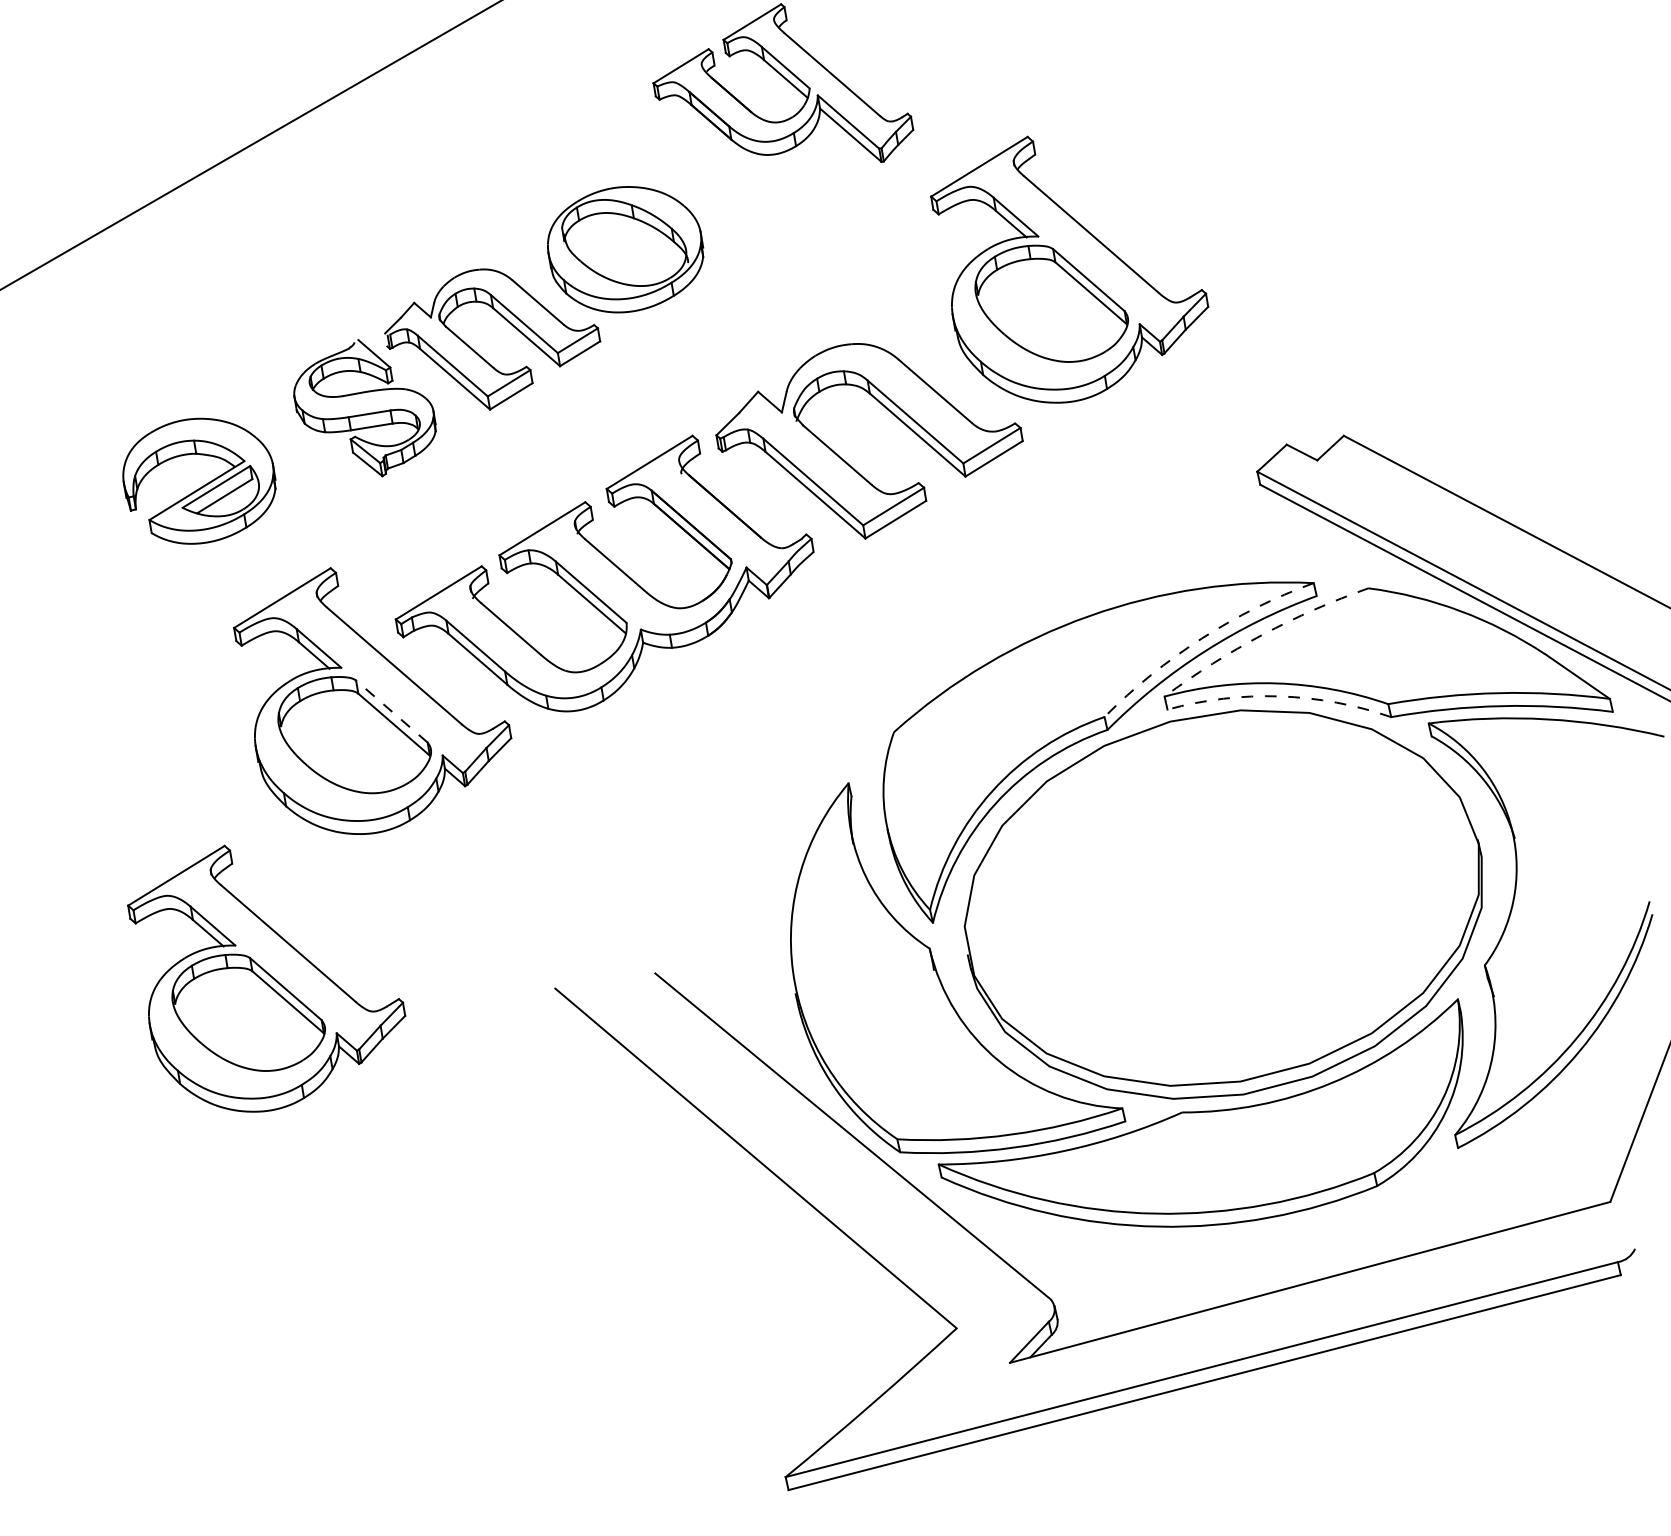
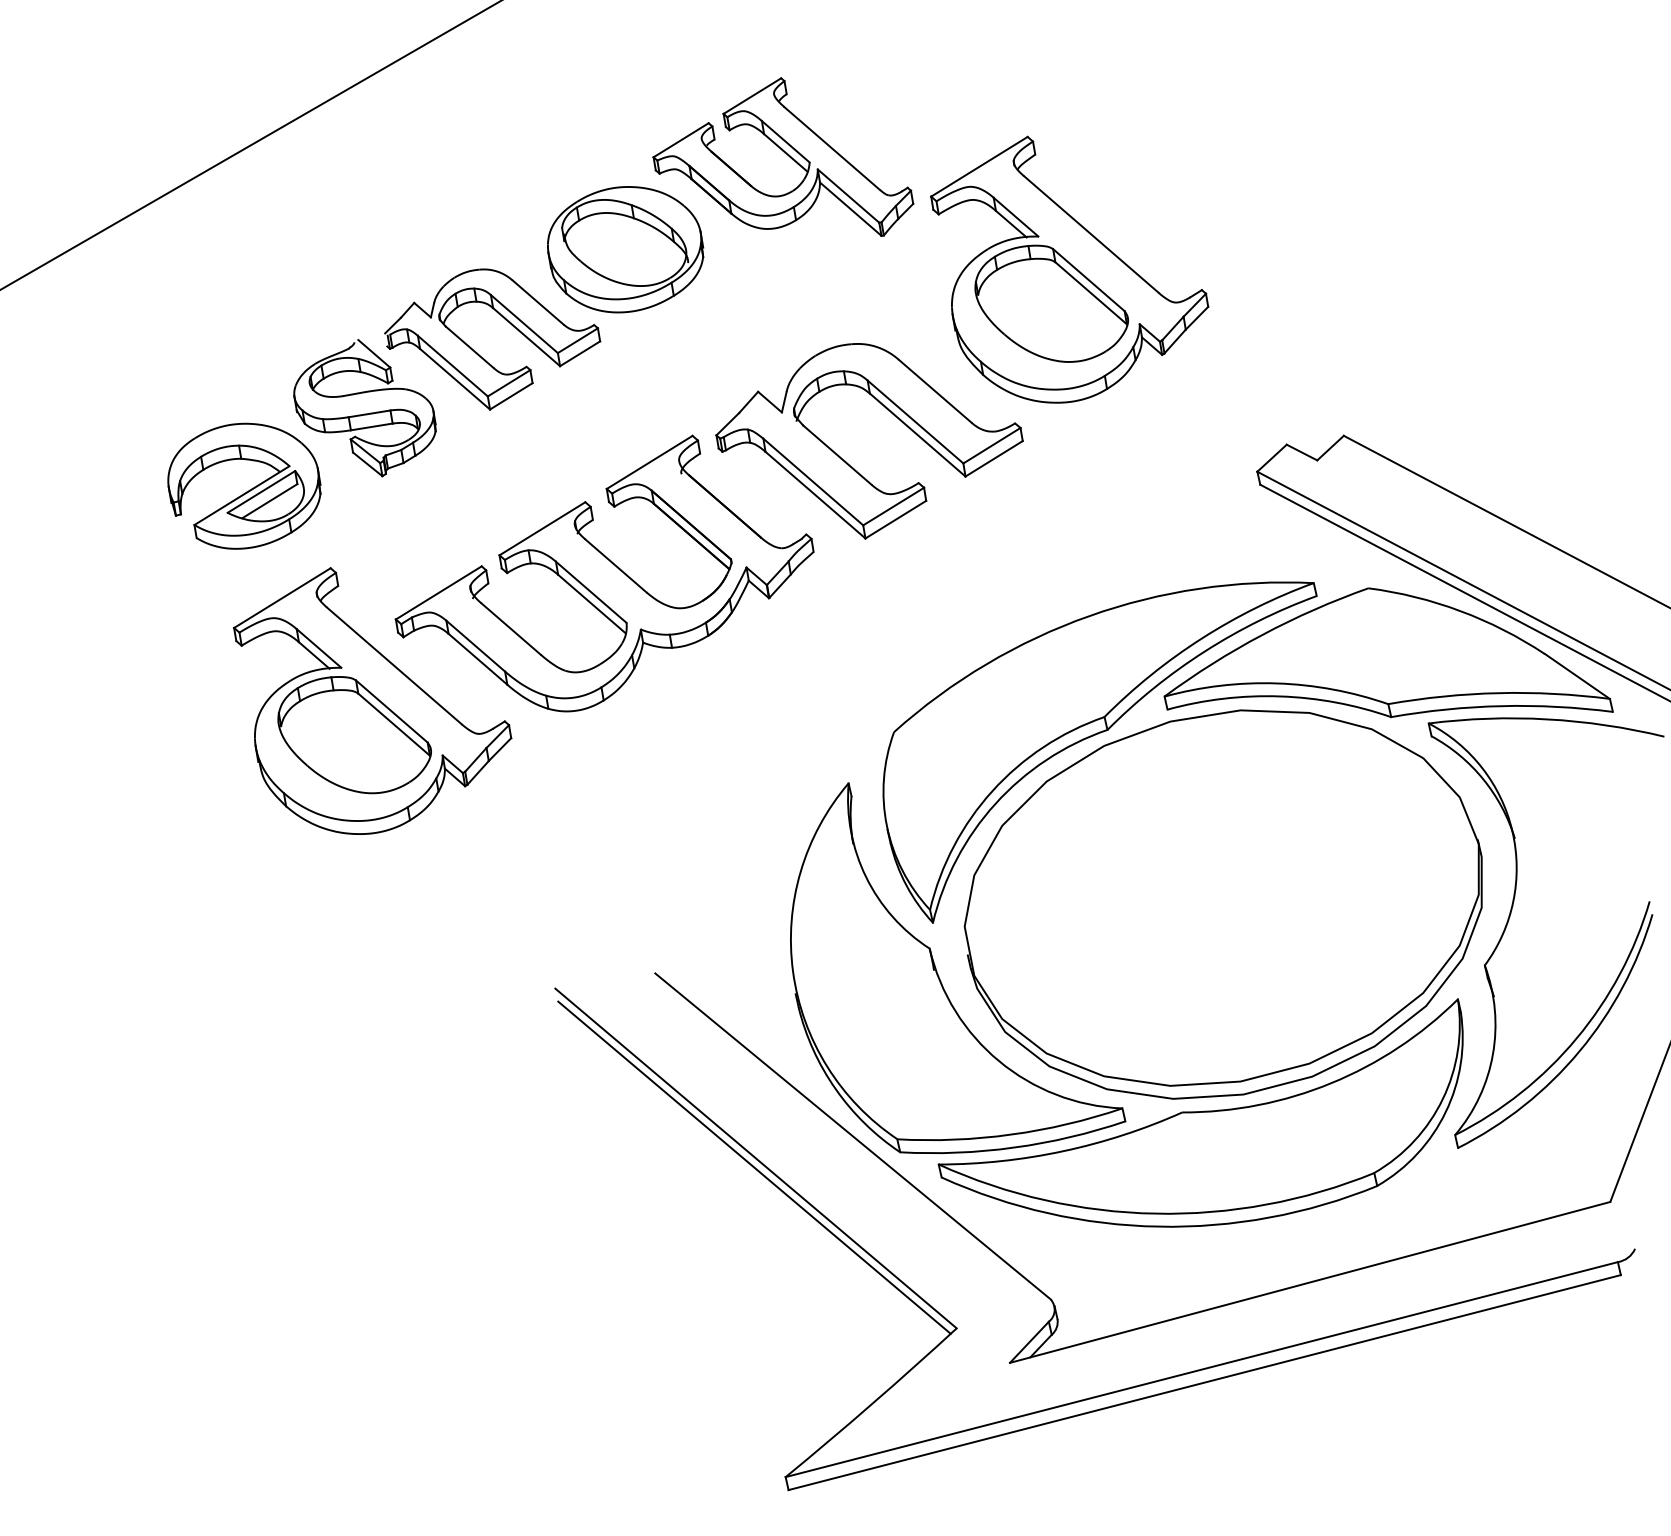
part at (783, 82) position: (783, 82) -> (783, 156)
part at (201, 486) position: (201, 486) -> (246, 491)
arc at (1262, 634): dashed -> solid
arc at (1201, 638): dashed -> solid
arc at (1279, 696): dashed -> solid
line at (391, 711): dashed -> solid
part at (266, 978): present -> none
line at (754, 1167): none -> present
